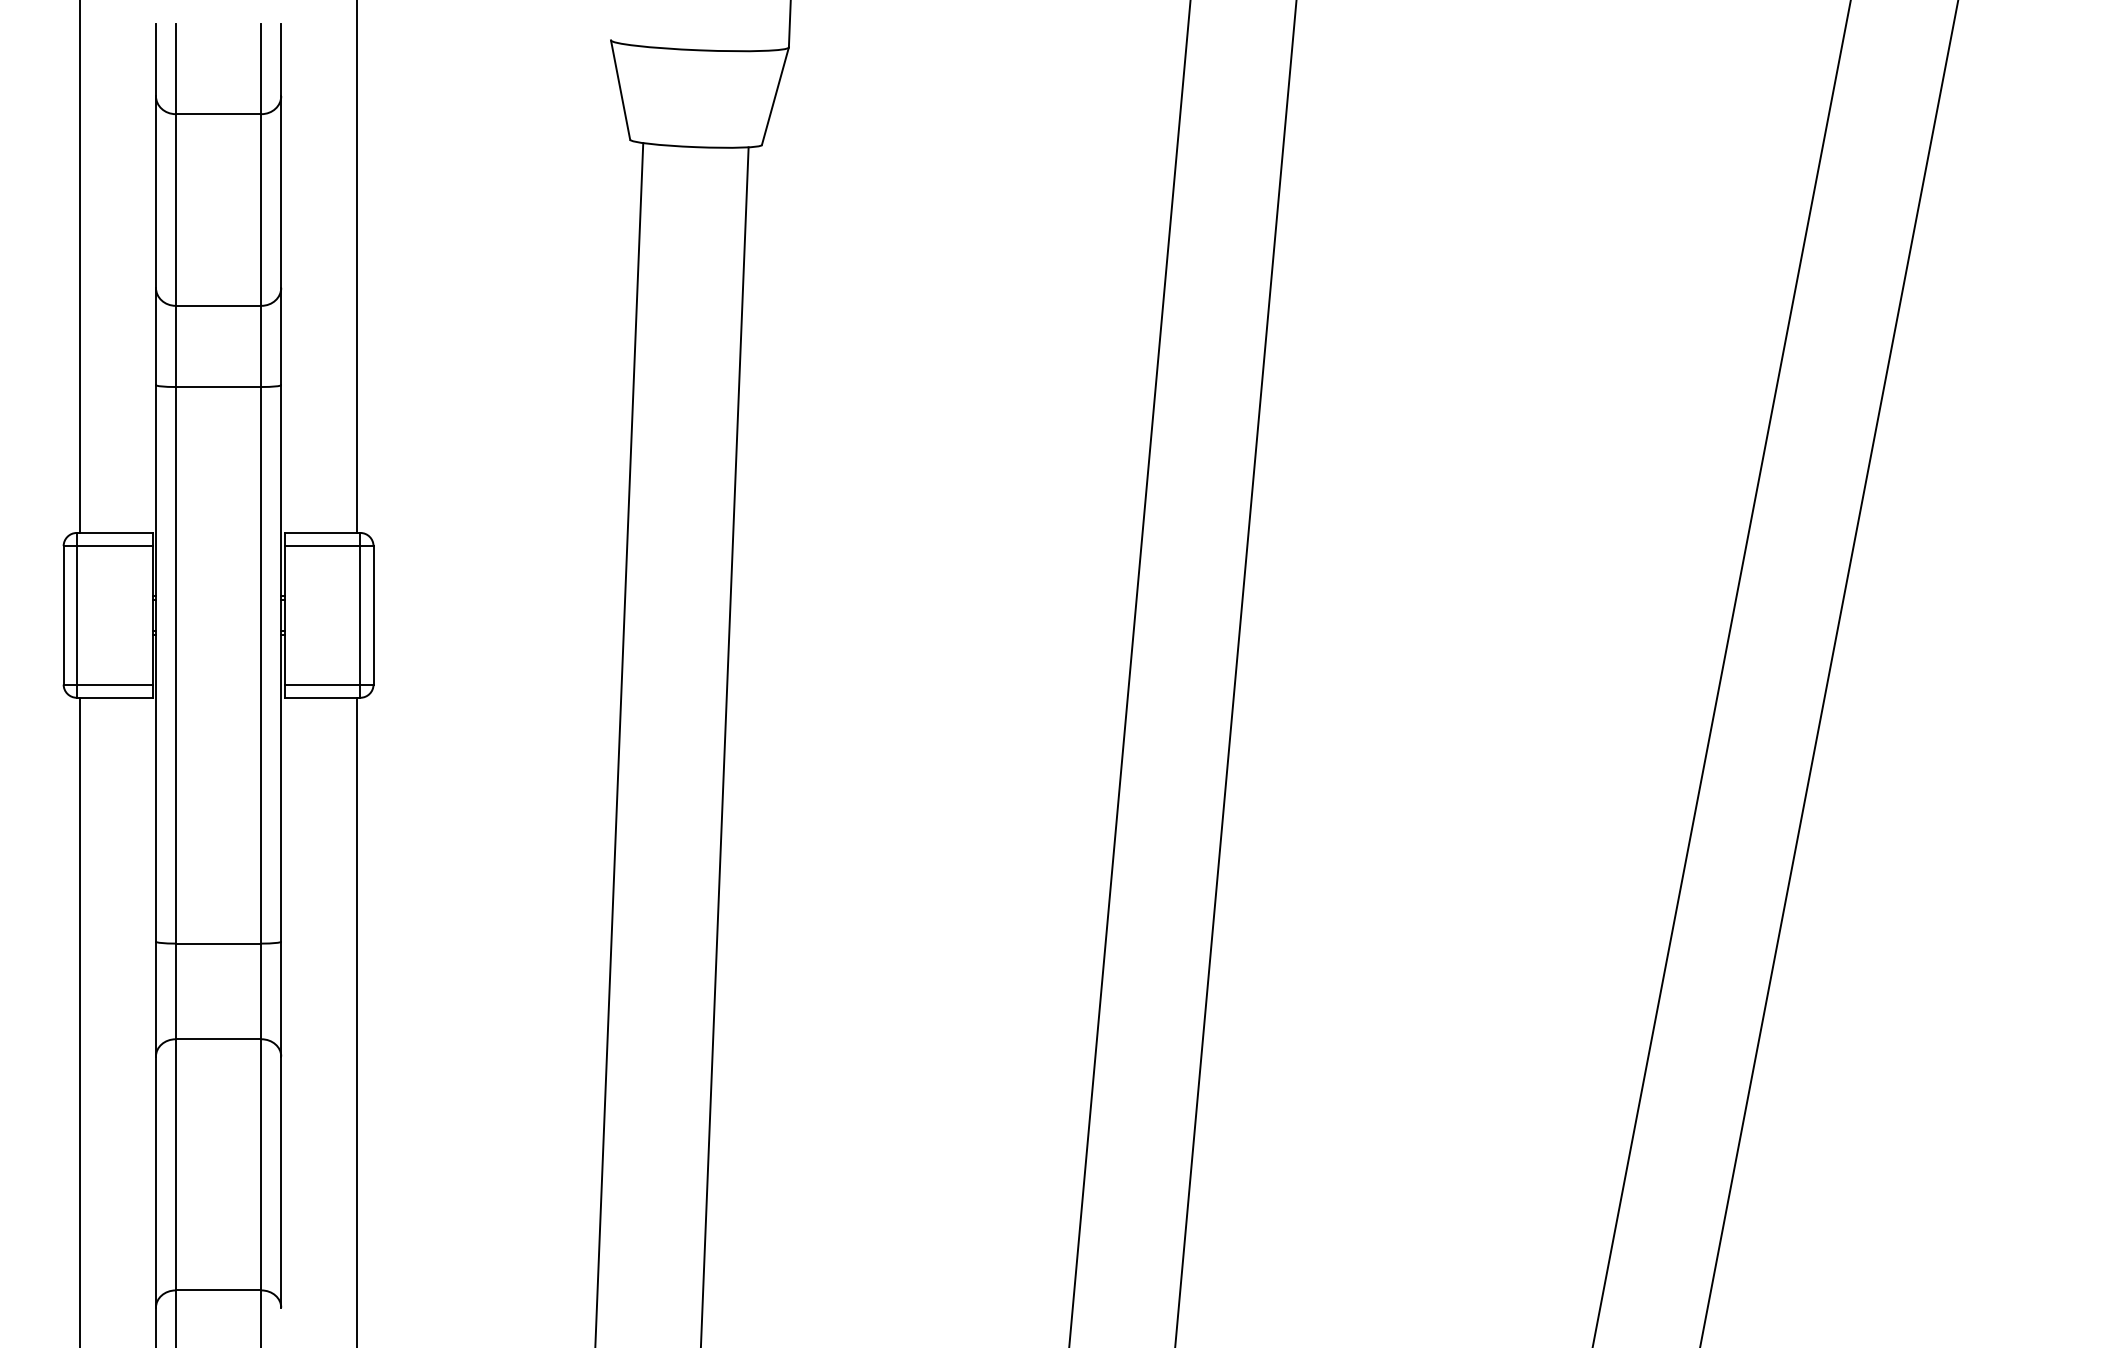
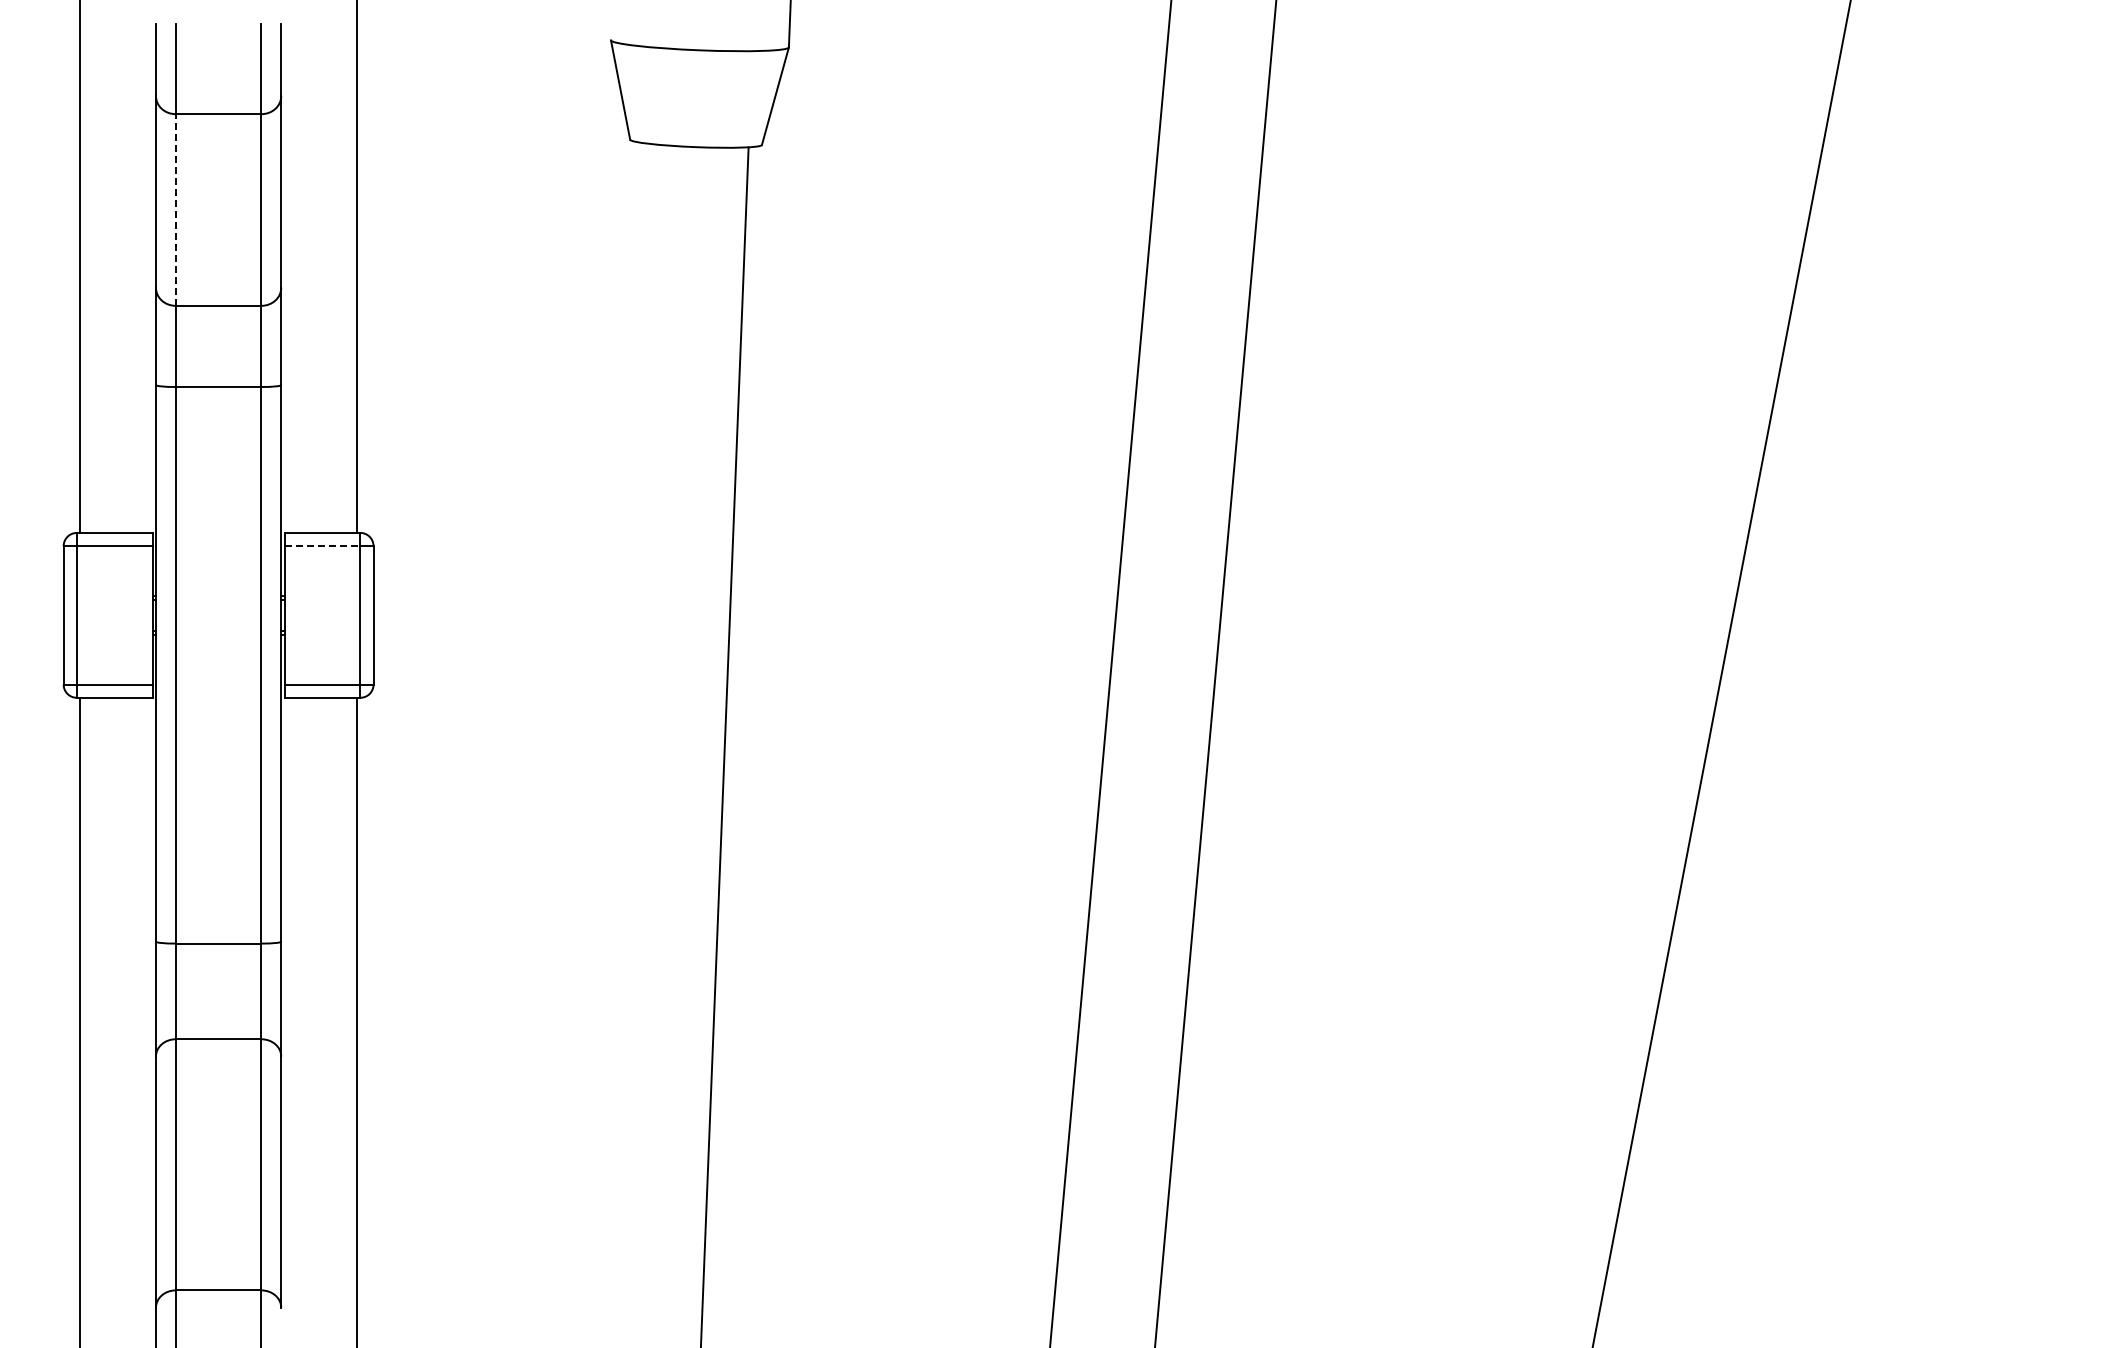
line at (175, 210): solid -> dashed
line at (322, 546): solid -> dashed
line at (1129, 673) position: (1129, 673) -> (1110, 673)
line at (1235, 673) position: (1235, 673) -> (1215, 673)
line at (1828, 673): present -> none
line at (619, 743): present -> none
